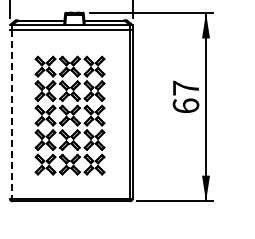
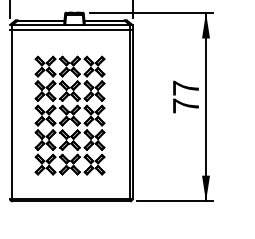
text at (185, 105): 67 -> 77
line at (12, 114): dashed -> solid
